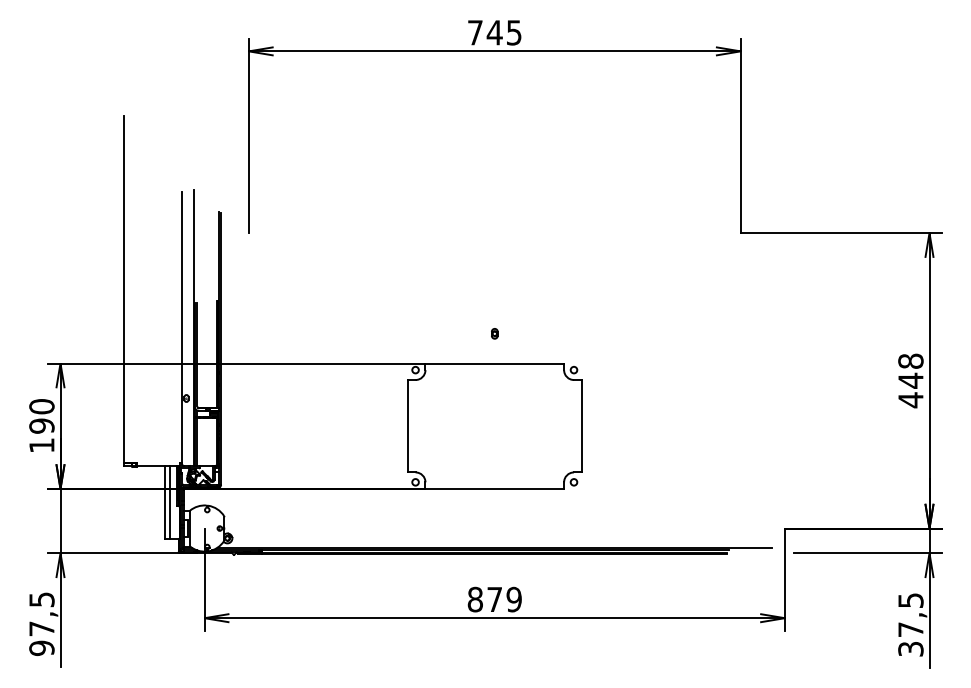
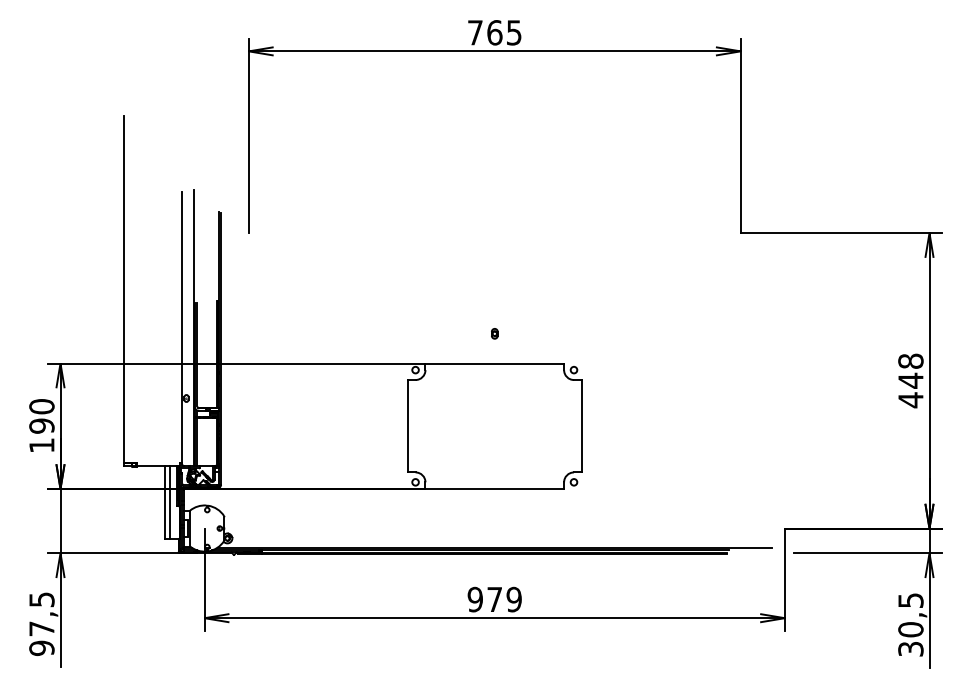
text at (494, 32): 745 -> 765
text at (474, 599): 879 -> 979
text at (910, 629): 37,5 -> 30,5
